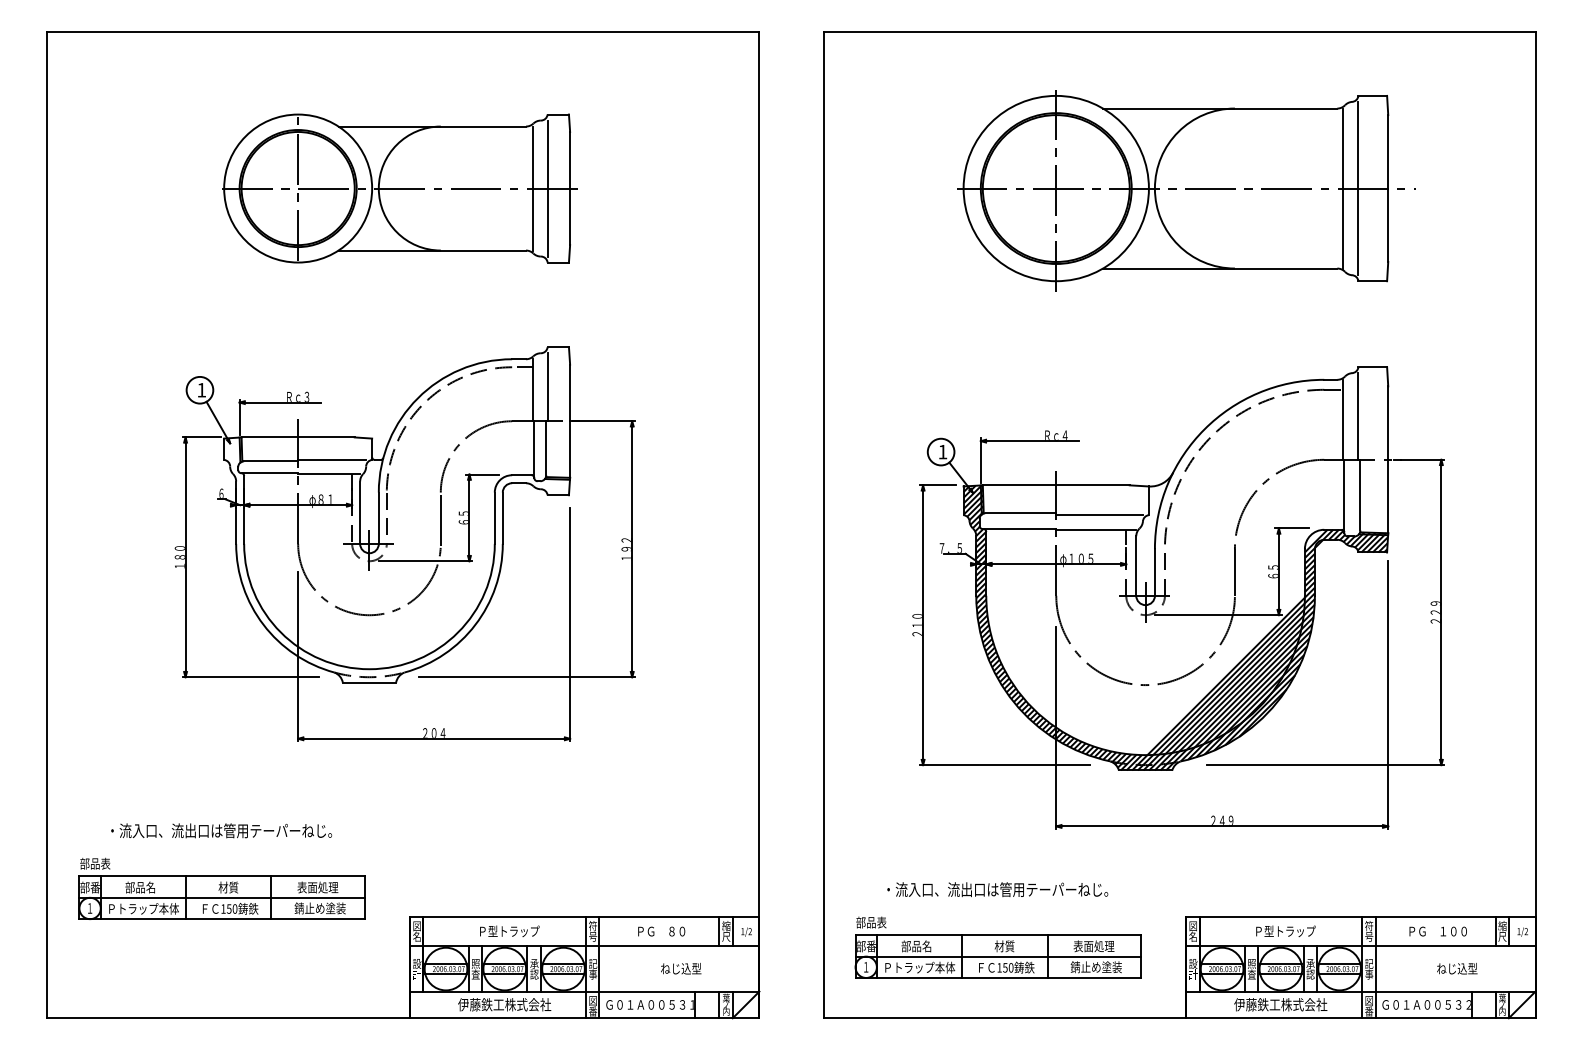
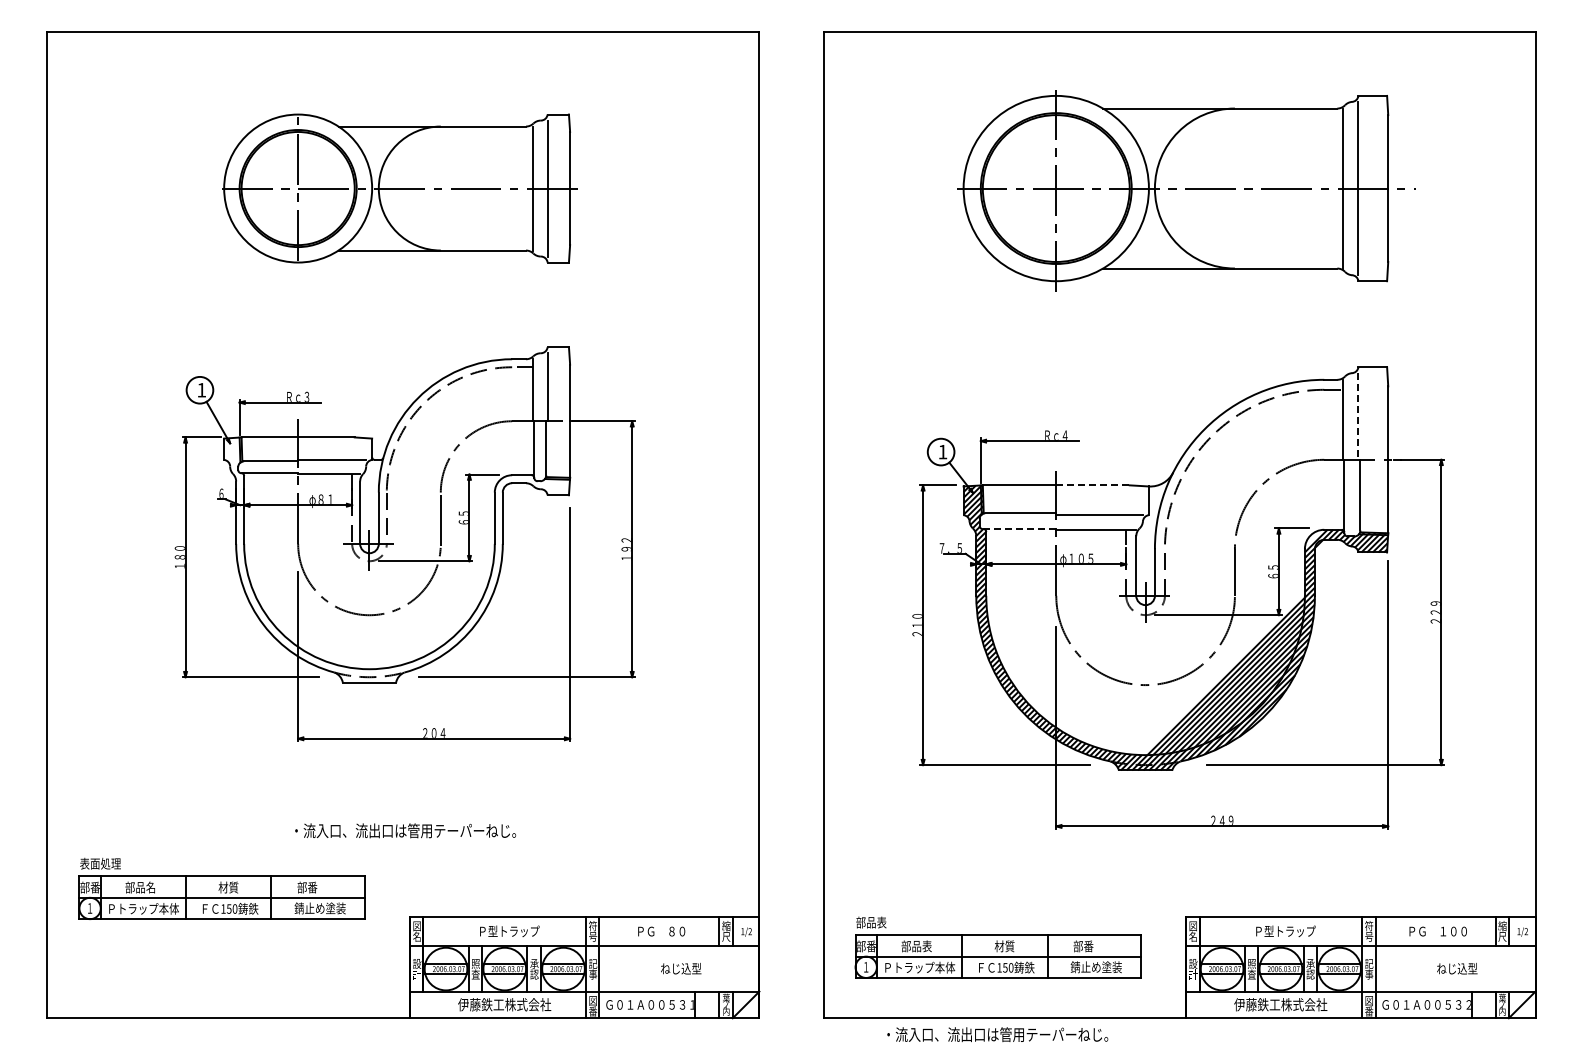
line at (1358, 416): solid -> dashed
line at (1092, 485): solid -> dashed
line at (1019, 529): solid -> dashed
text at (221, 830) position: (221, 830) -> (405, 830)
text at (100, 863): 部品表 -> 表面処理
text at (317, 887): 表面処理 -> 部番
text at (997, 889) position: (997, 889) -> (997, 1034)
text at (926, 946): 部品名 -> 部品表
text at (1093, 946): 表面処理 -> 部番
